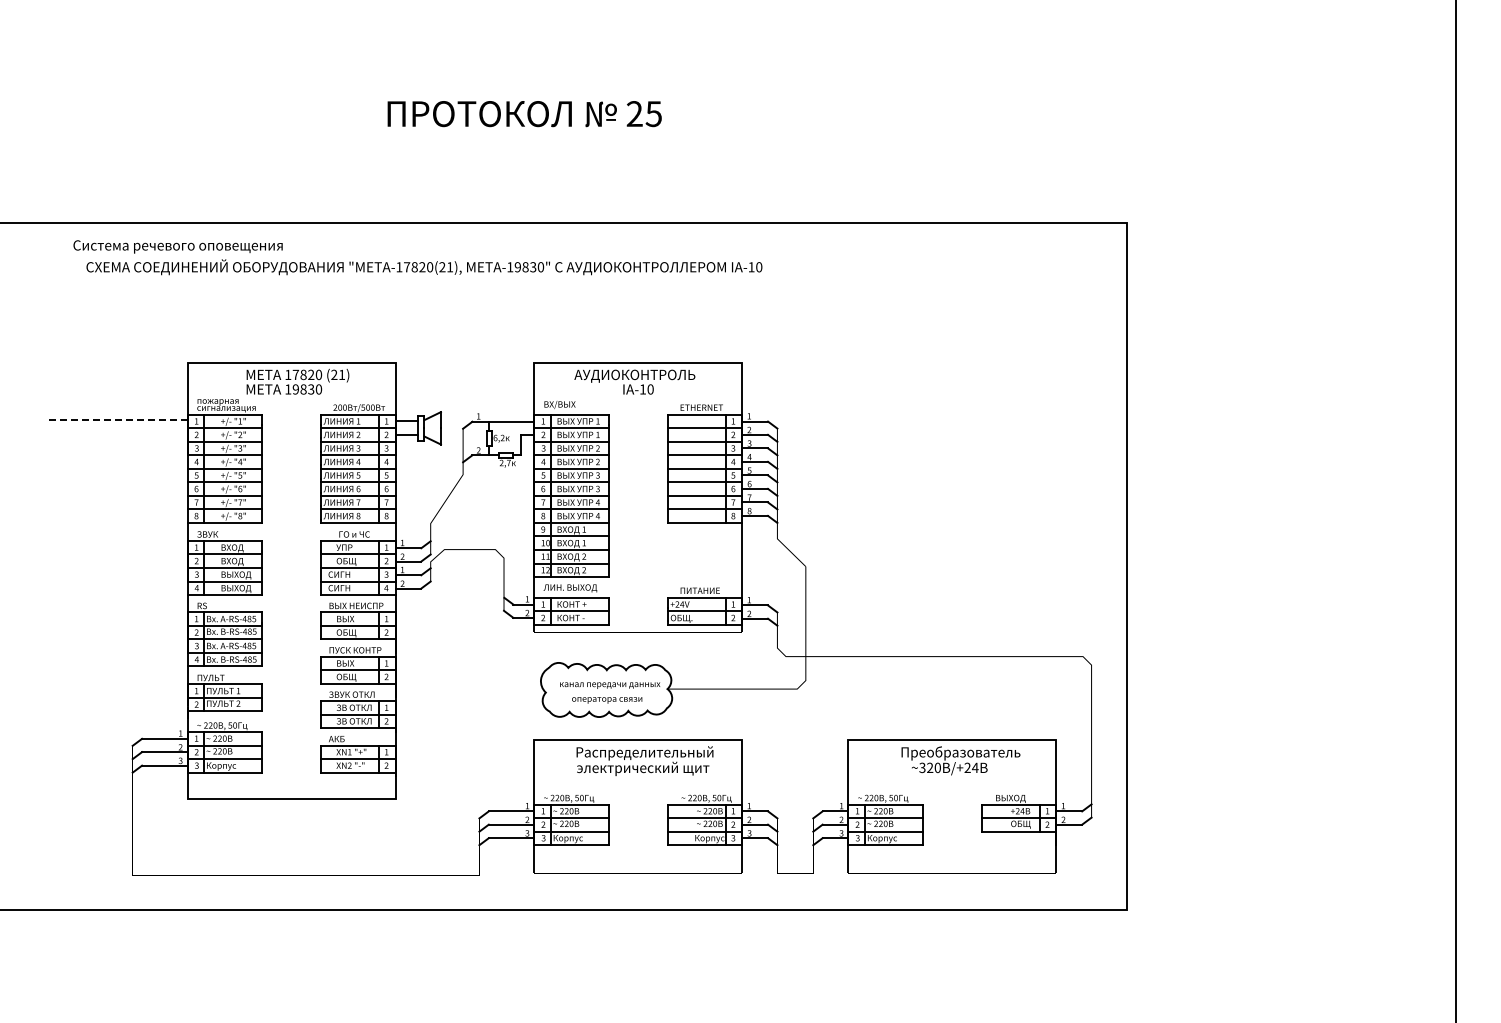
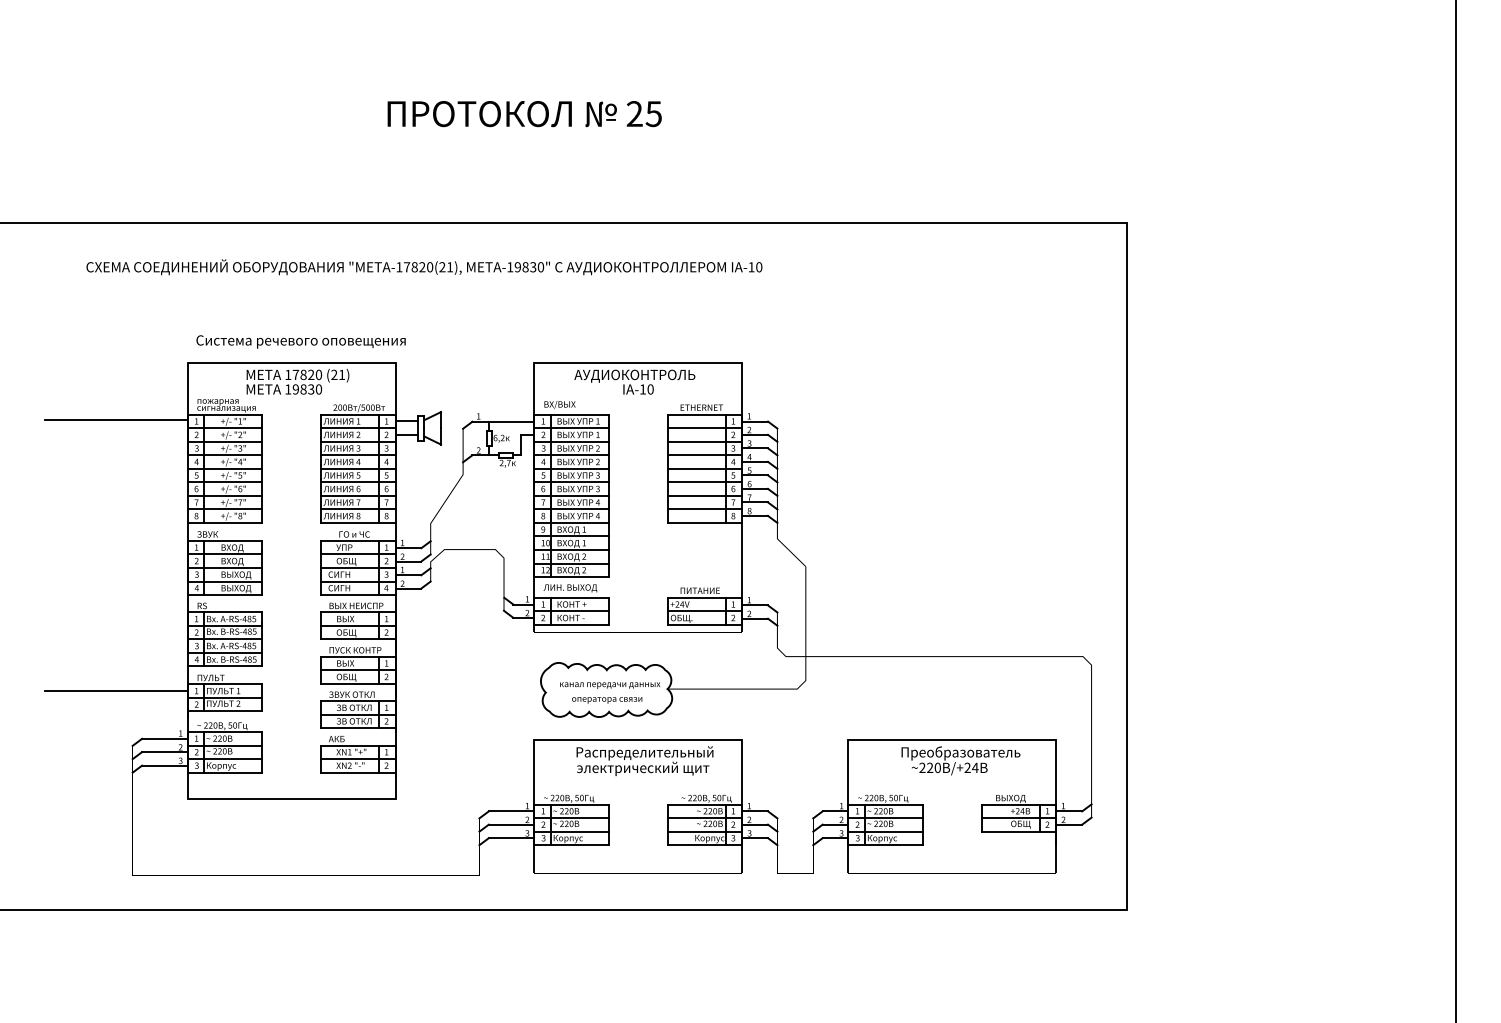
text at (177, 246) position: (177, 246) -> (300, 341)
line at (115, 419): dashed -> solid
line at (116, 691): none -> present
text at (922, 768): ~320 -> ~220
